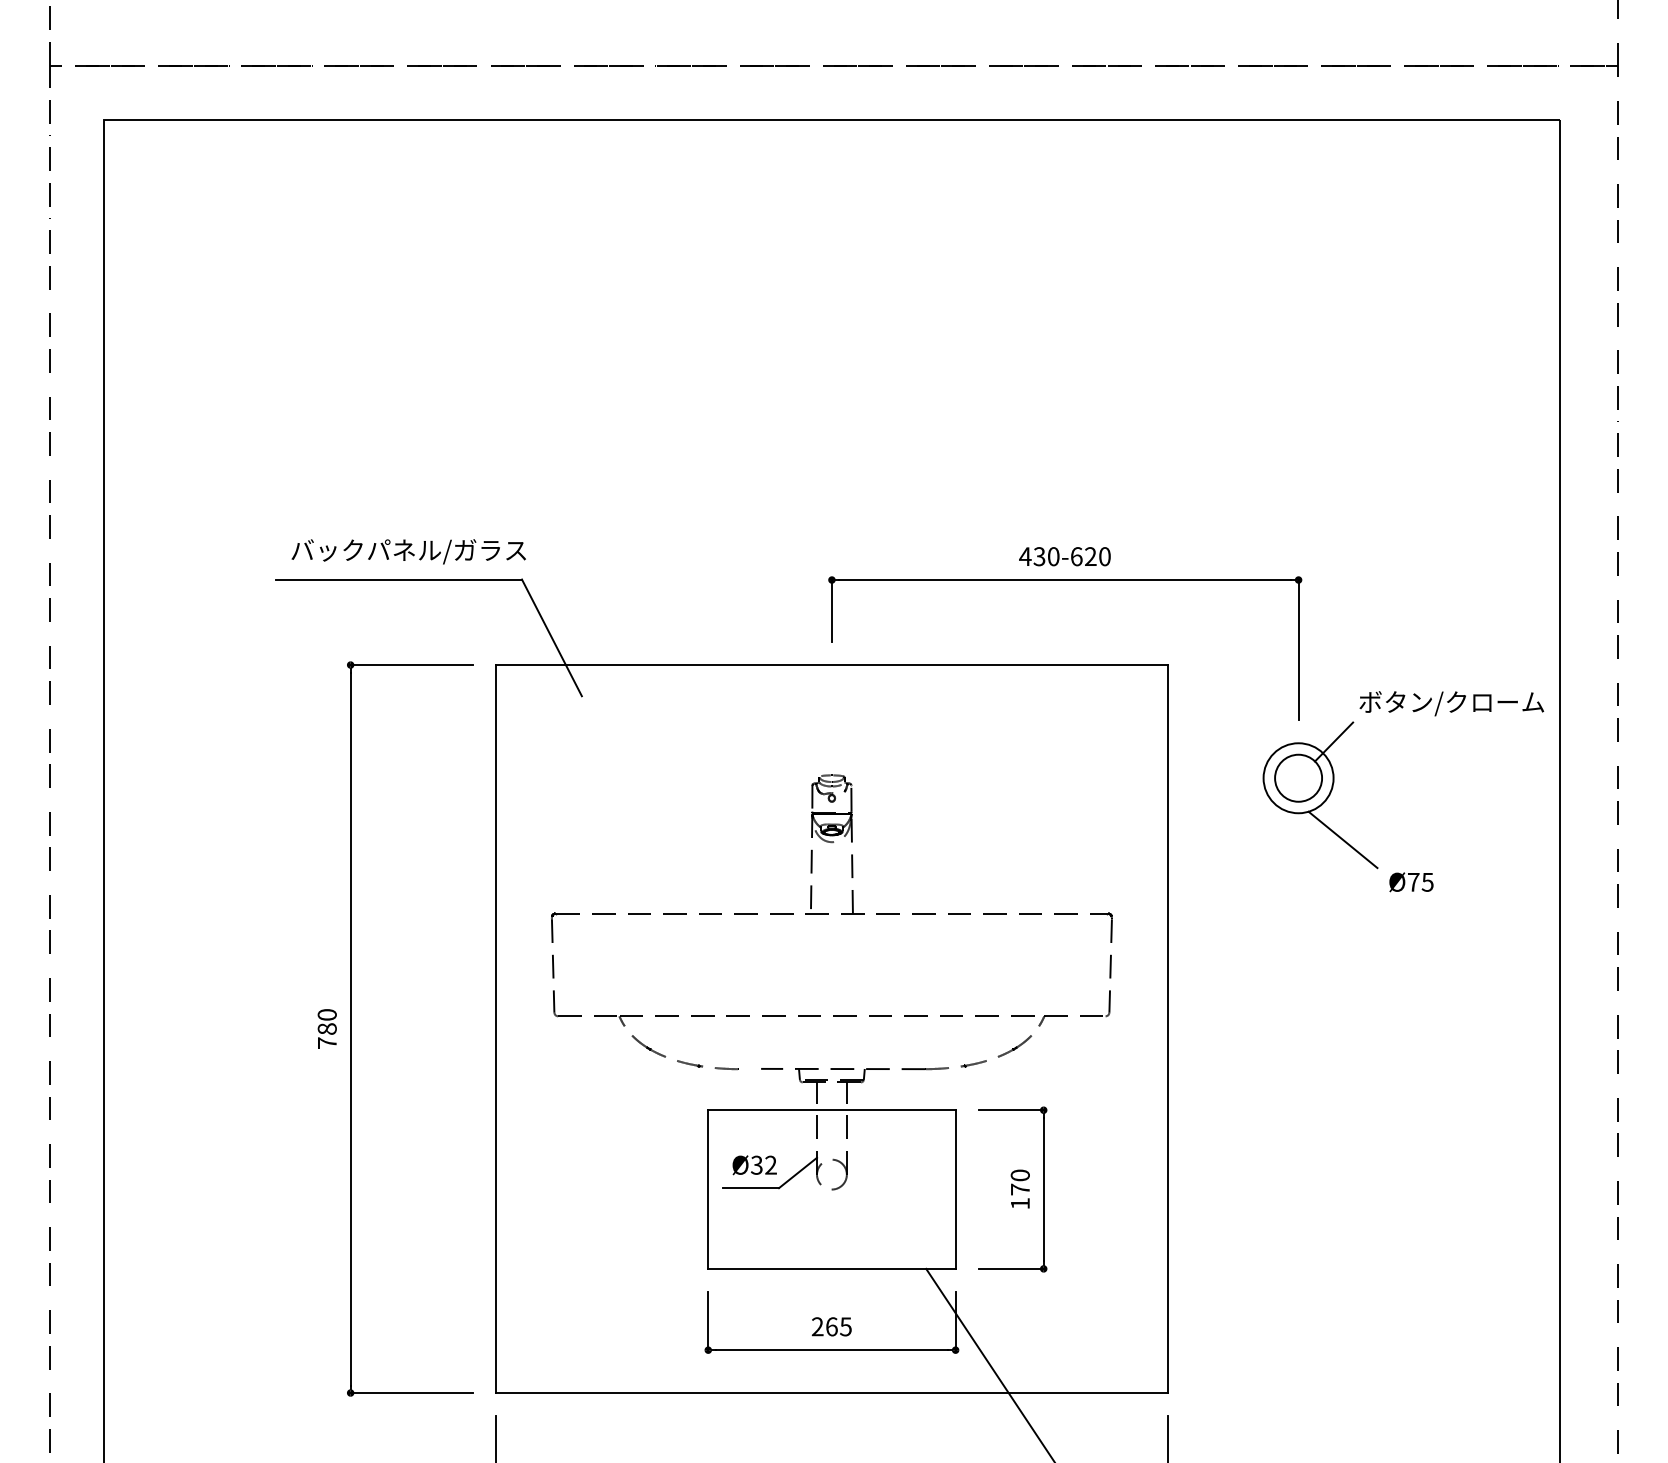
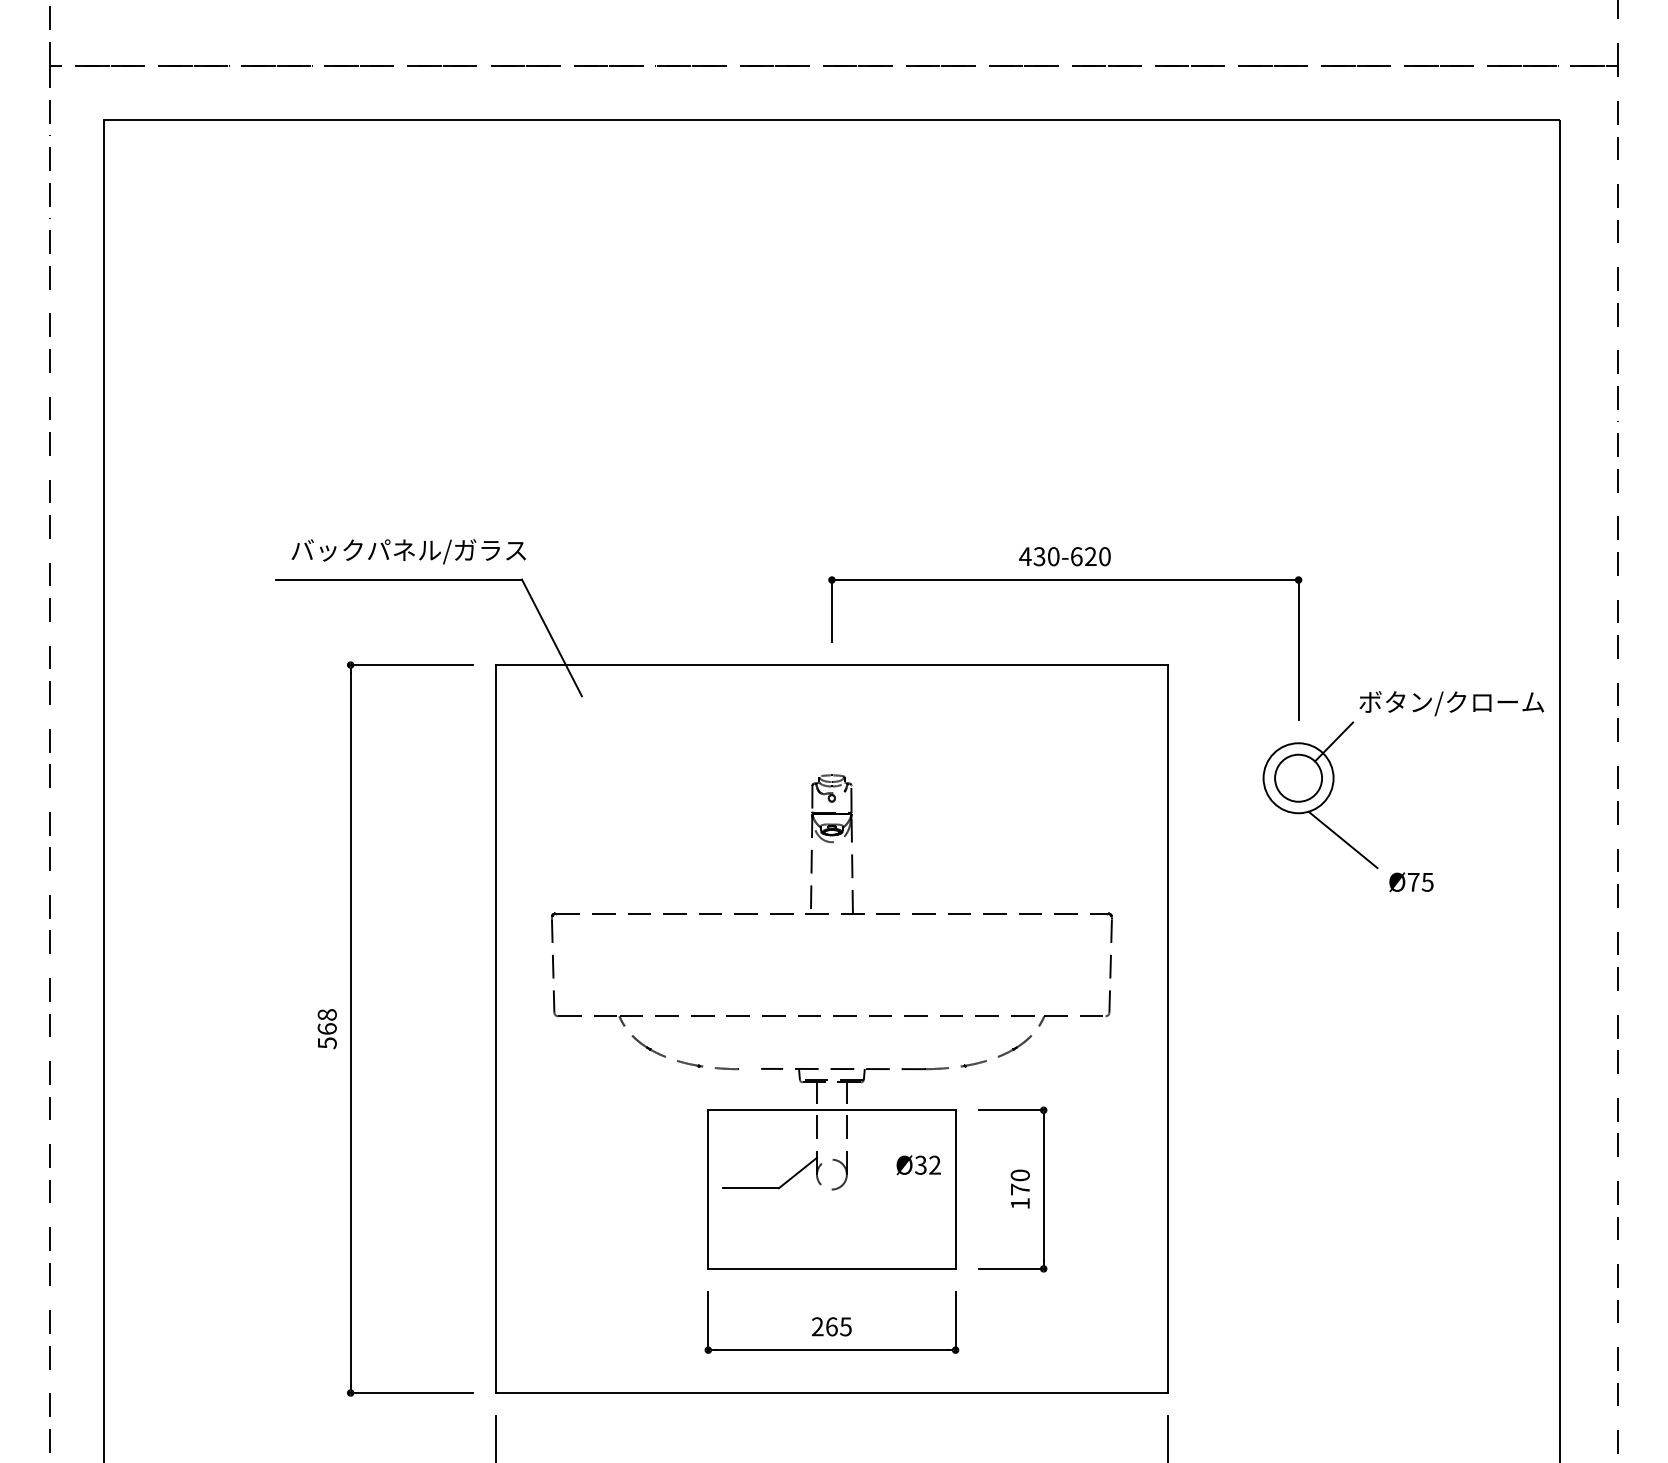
text at (326, 1029): 780 -> 568
text at (754, 1165) position: (754, 1165) -> (918, 1165)
line at (989, 1363): present -> none
